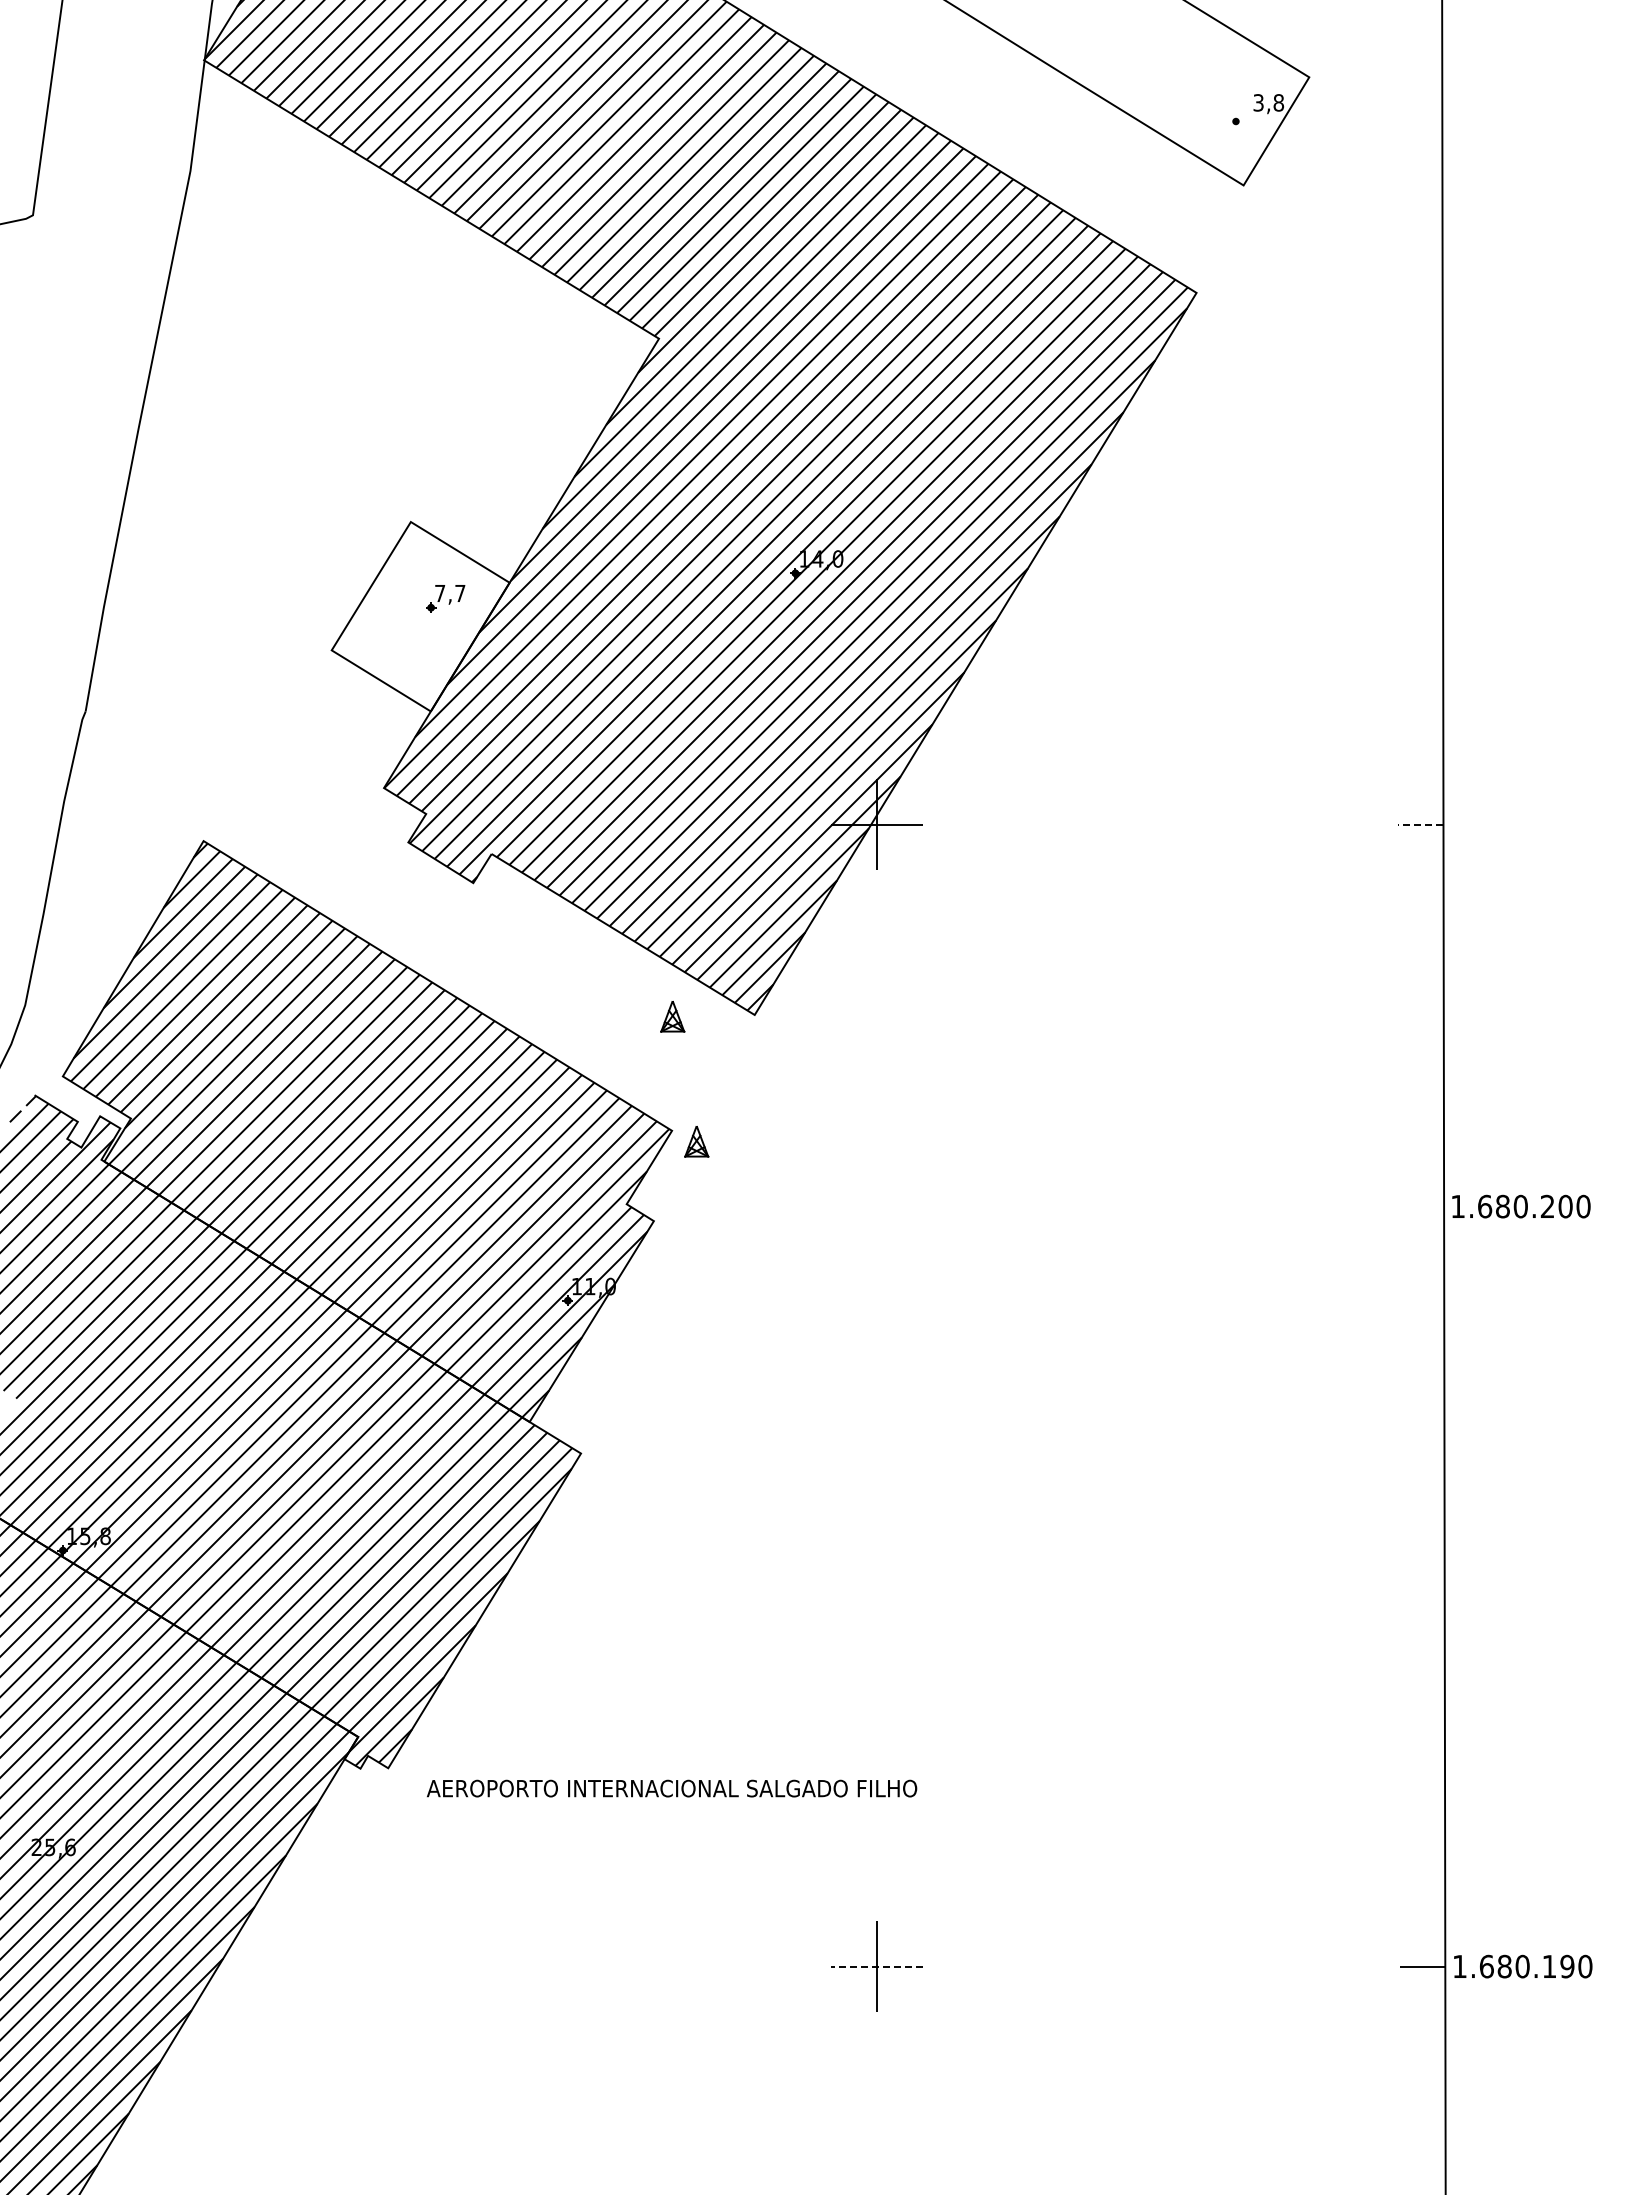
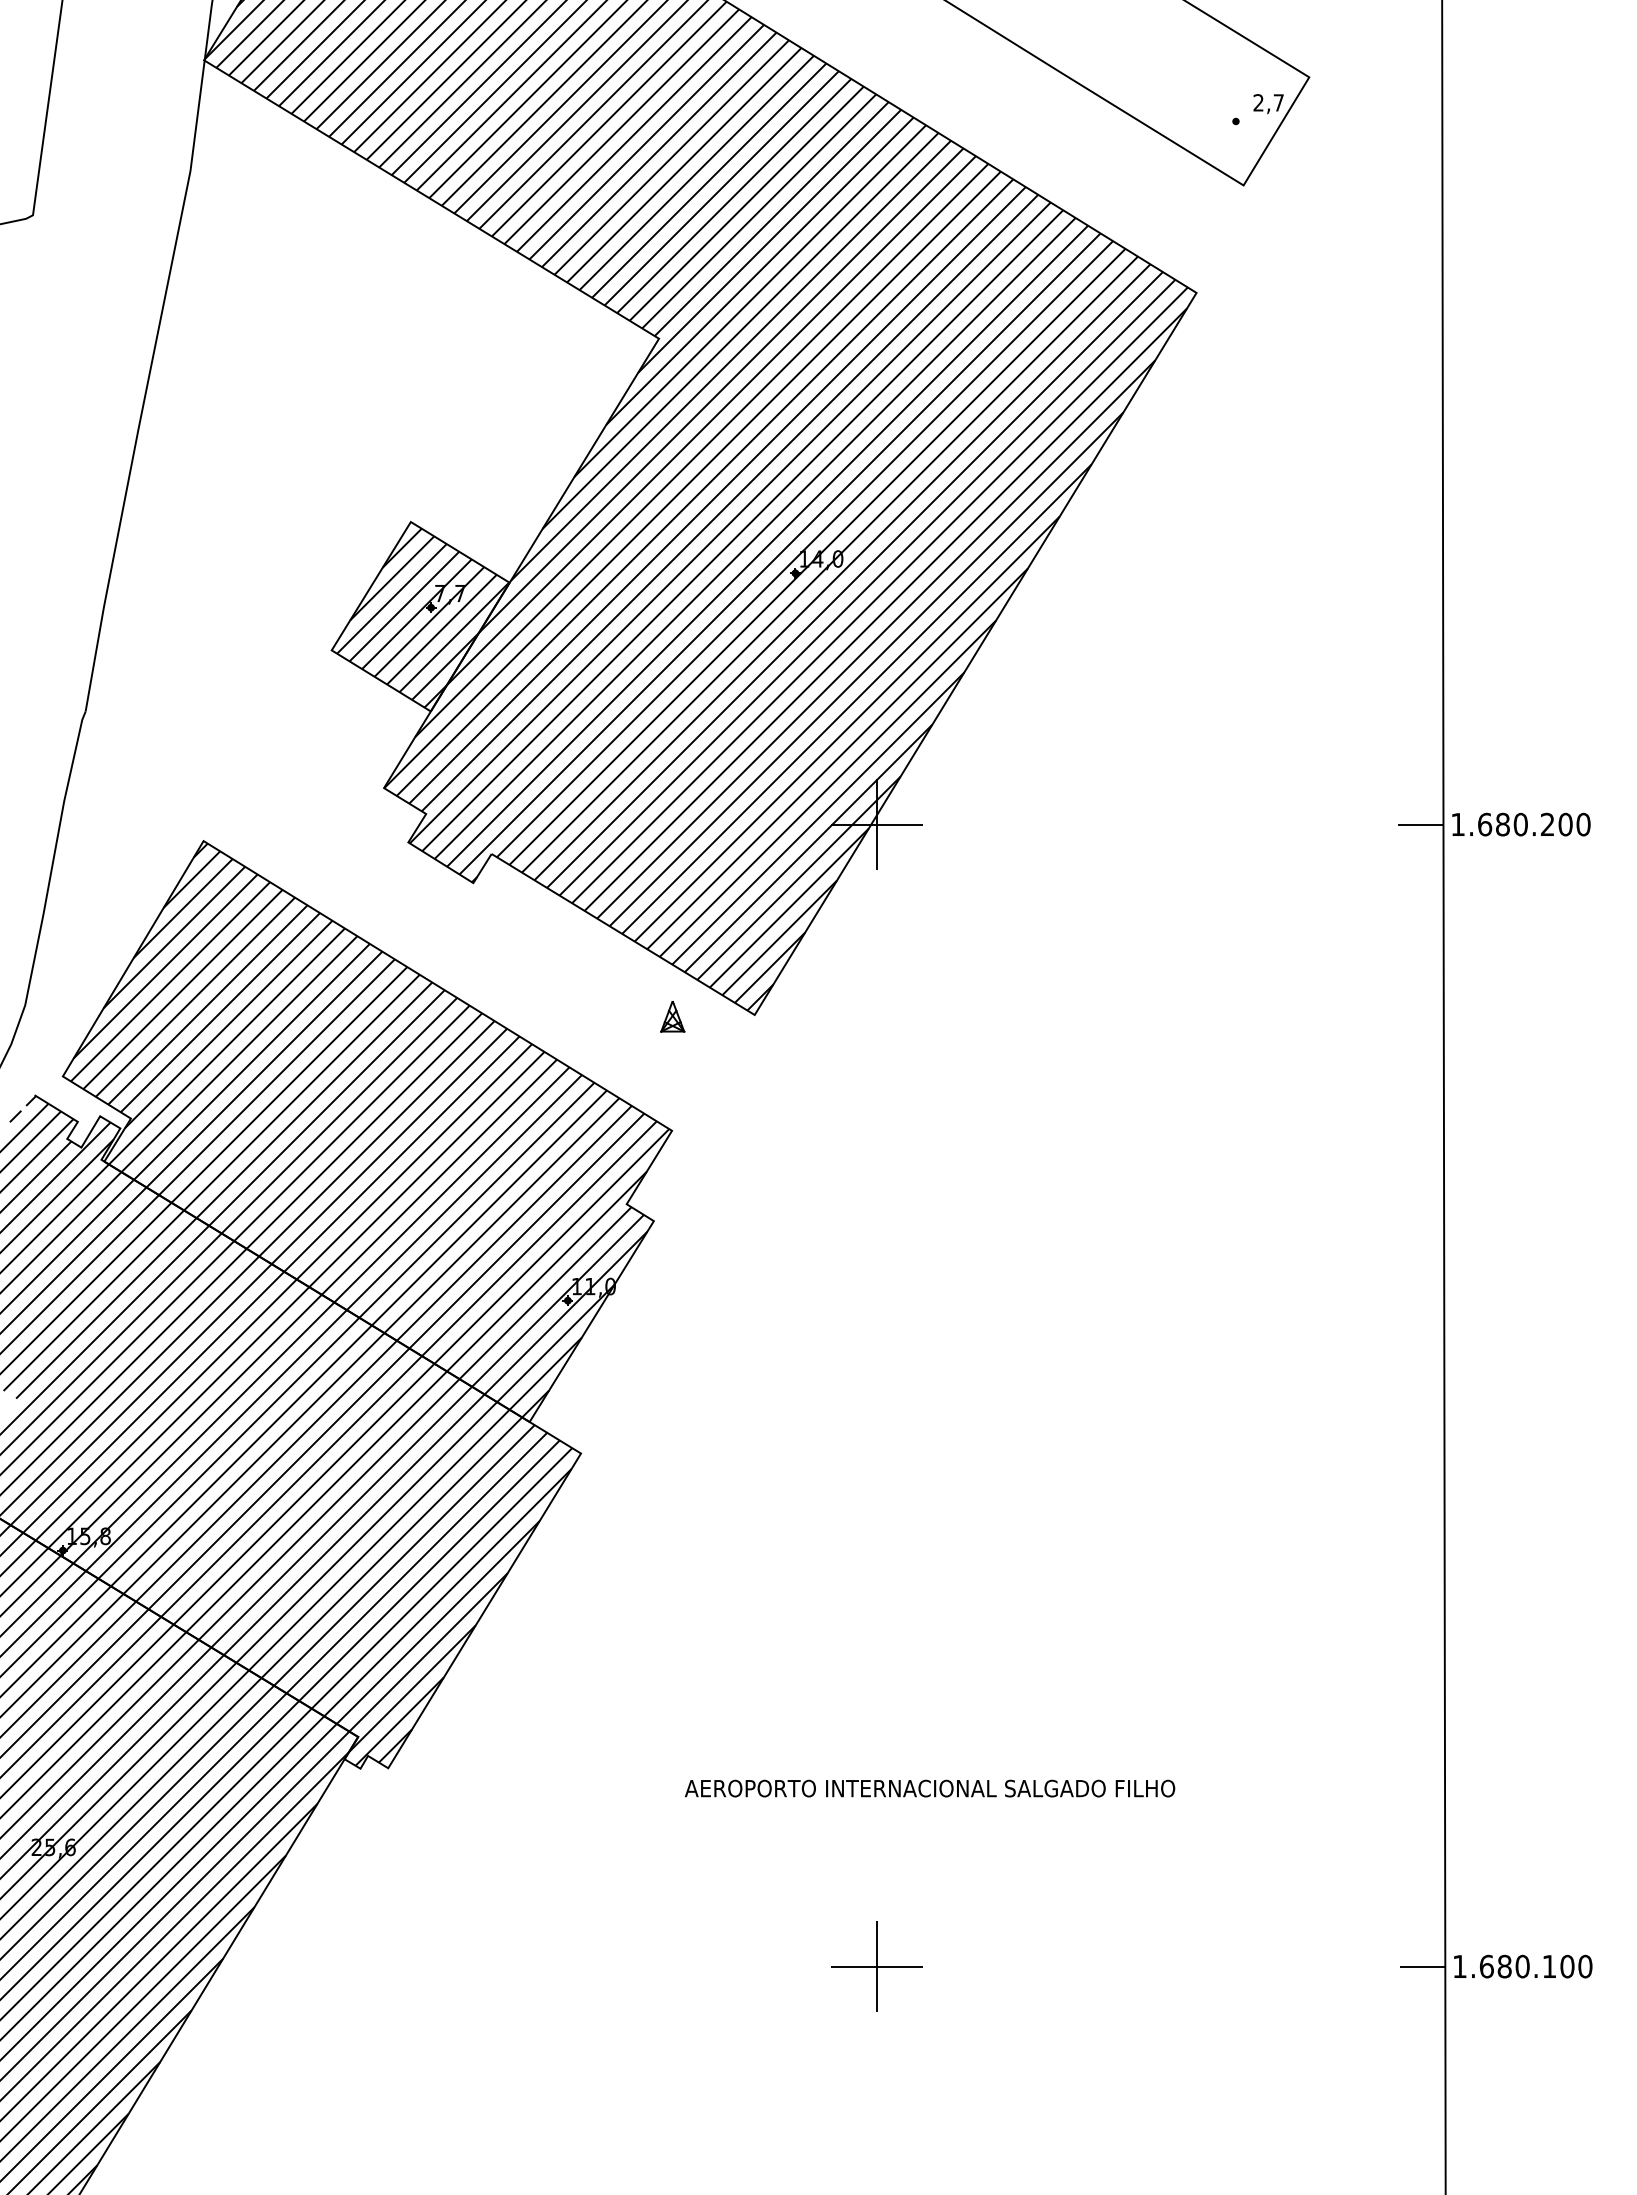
text at (1268, 102): 3,8 -> 2,7
hatch at (423, 617): none -> present
line at (1420, 824): dashed -> solid
part at (696, 1141): present -> none
text at (1521, 1206) position: (1521, 1206) -> (1521, 824)
text at (672, 1788) position: (672, 1788) -> (930, 1788)
line at (876, 1966): dashed -> solid
text at (1567, 1966): 1.680.190 -> 1.680.100
